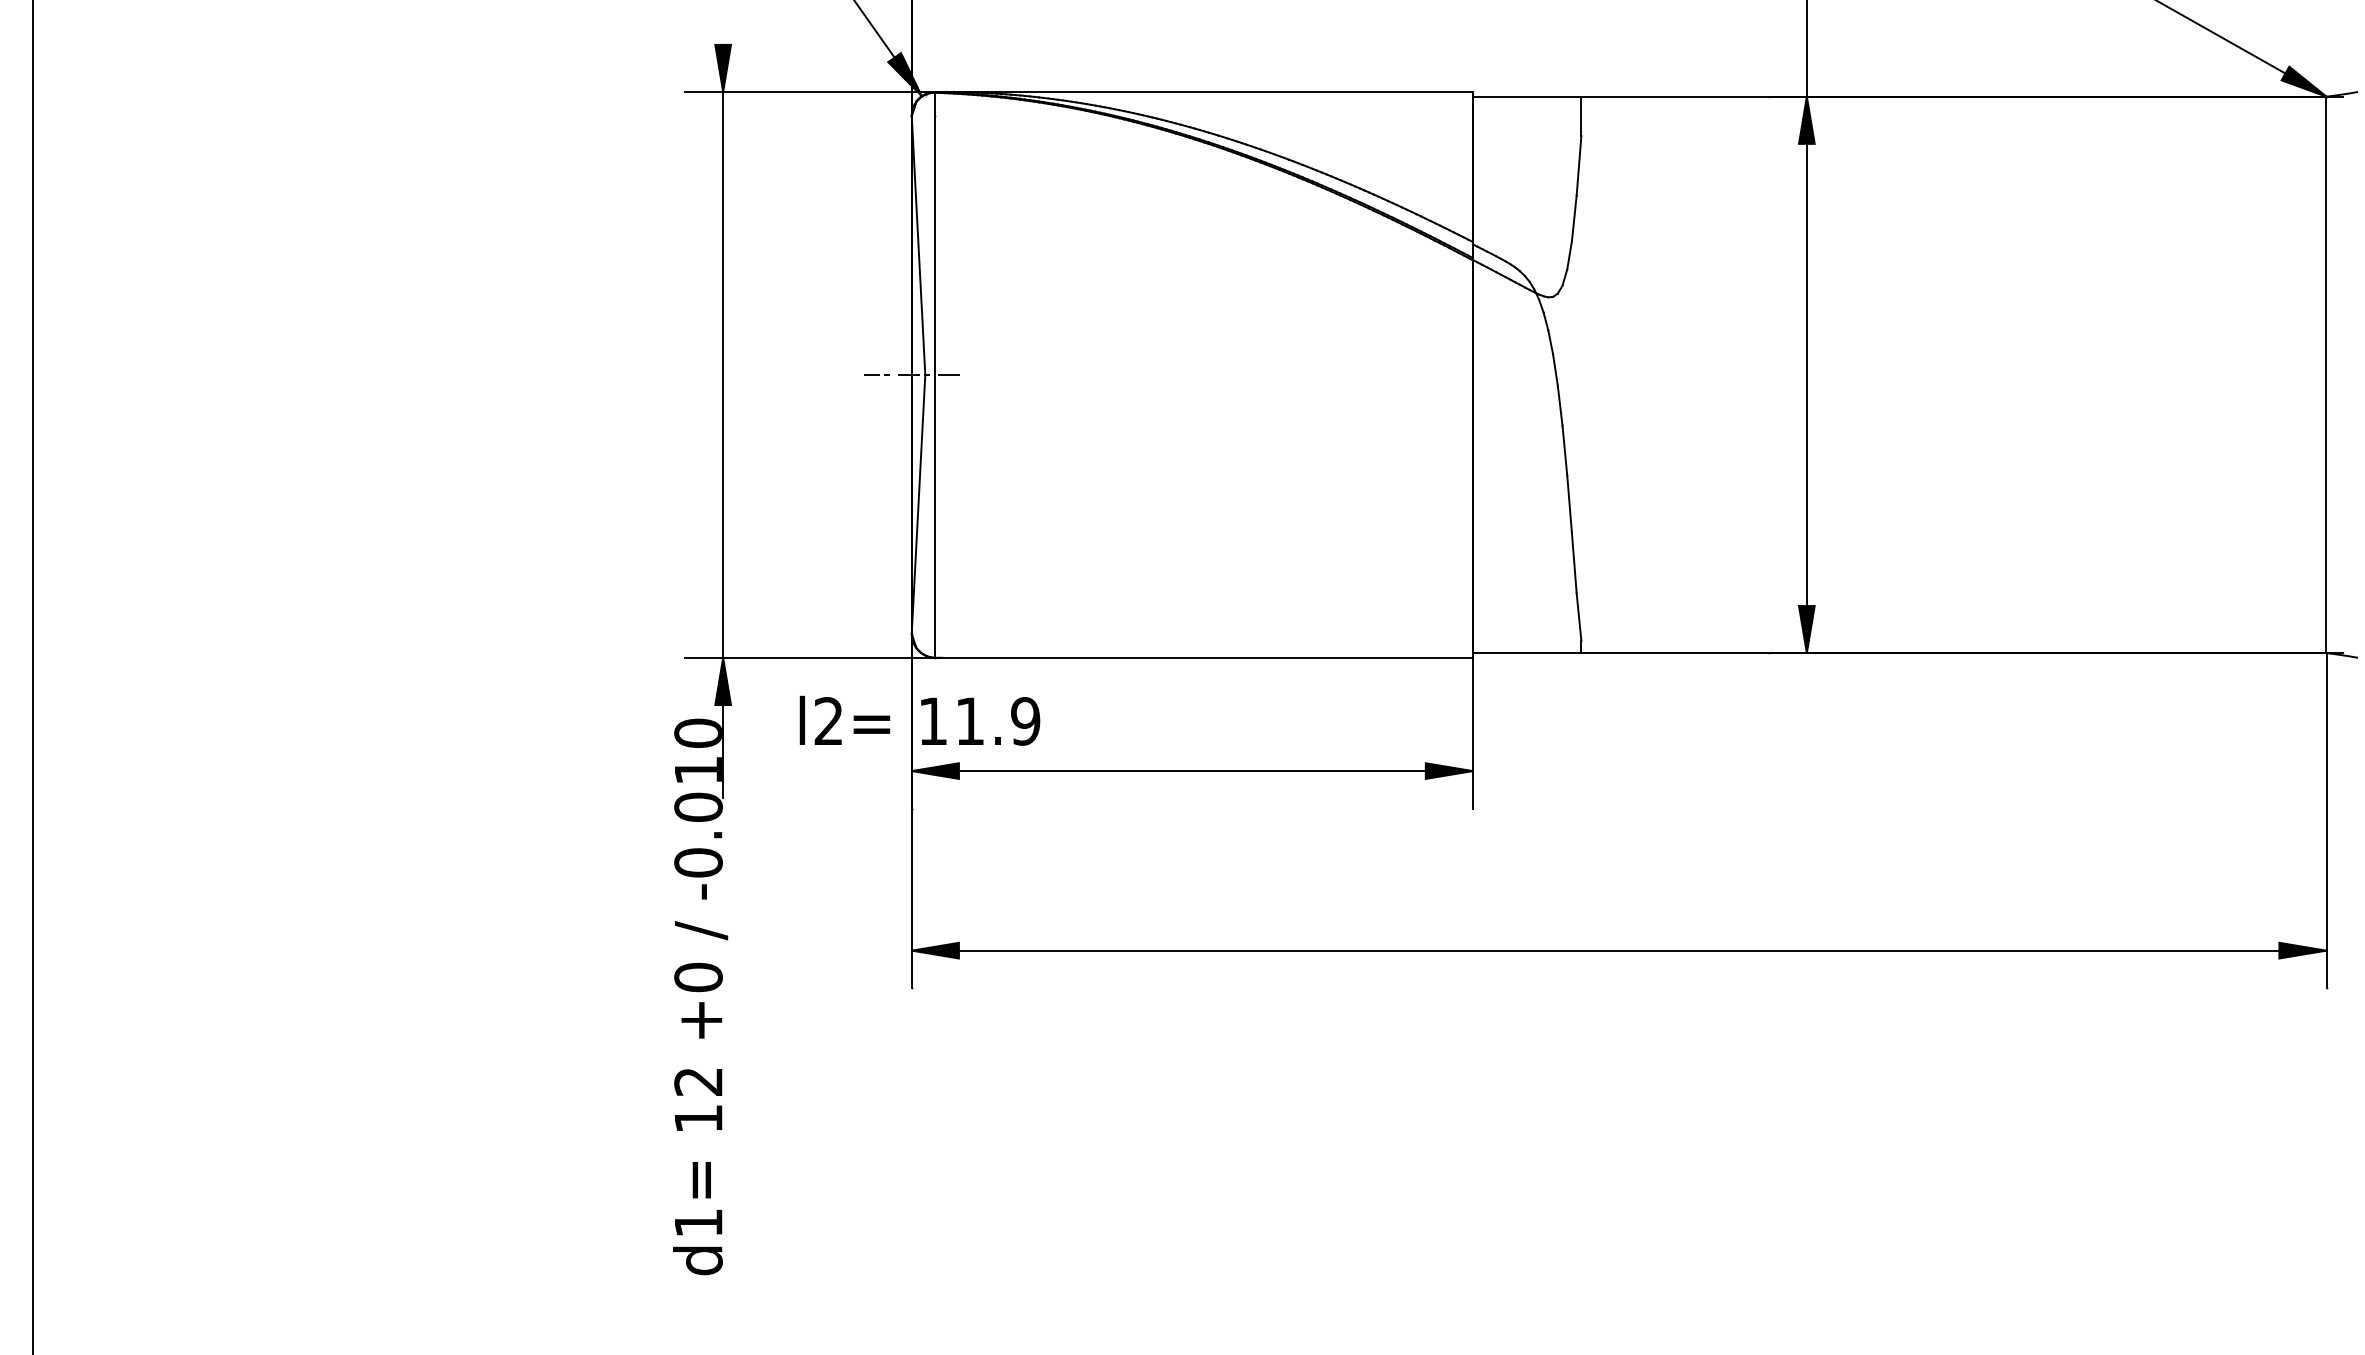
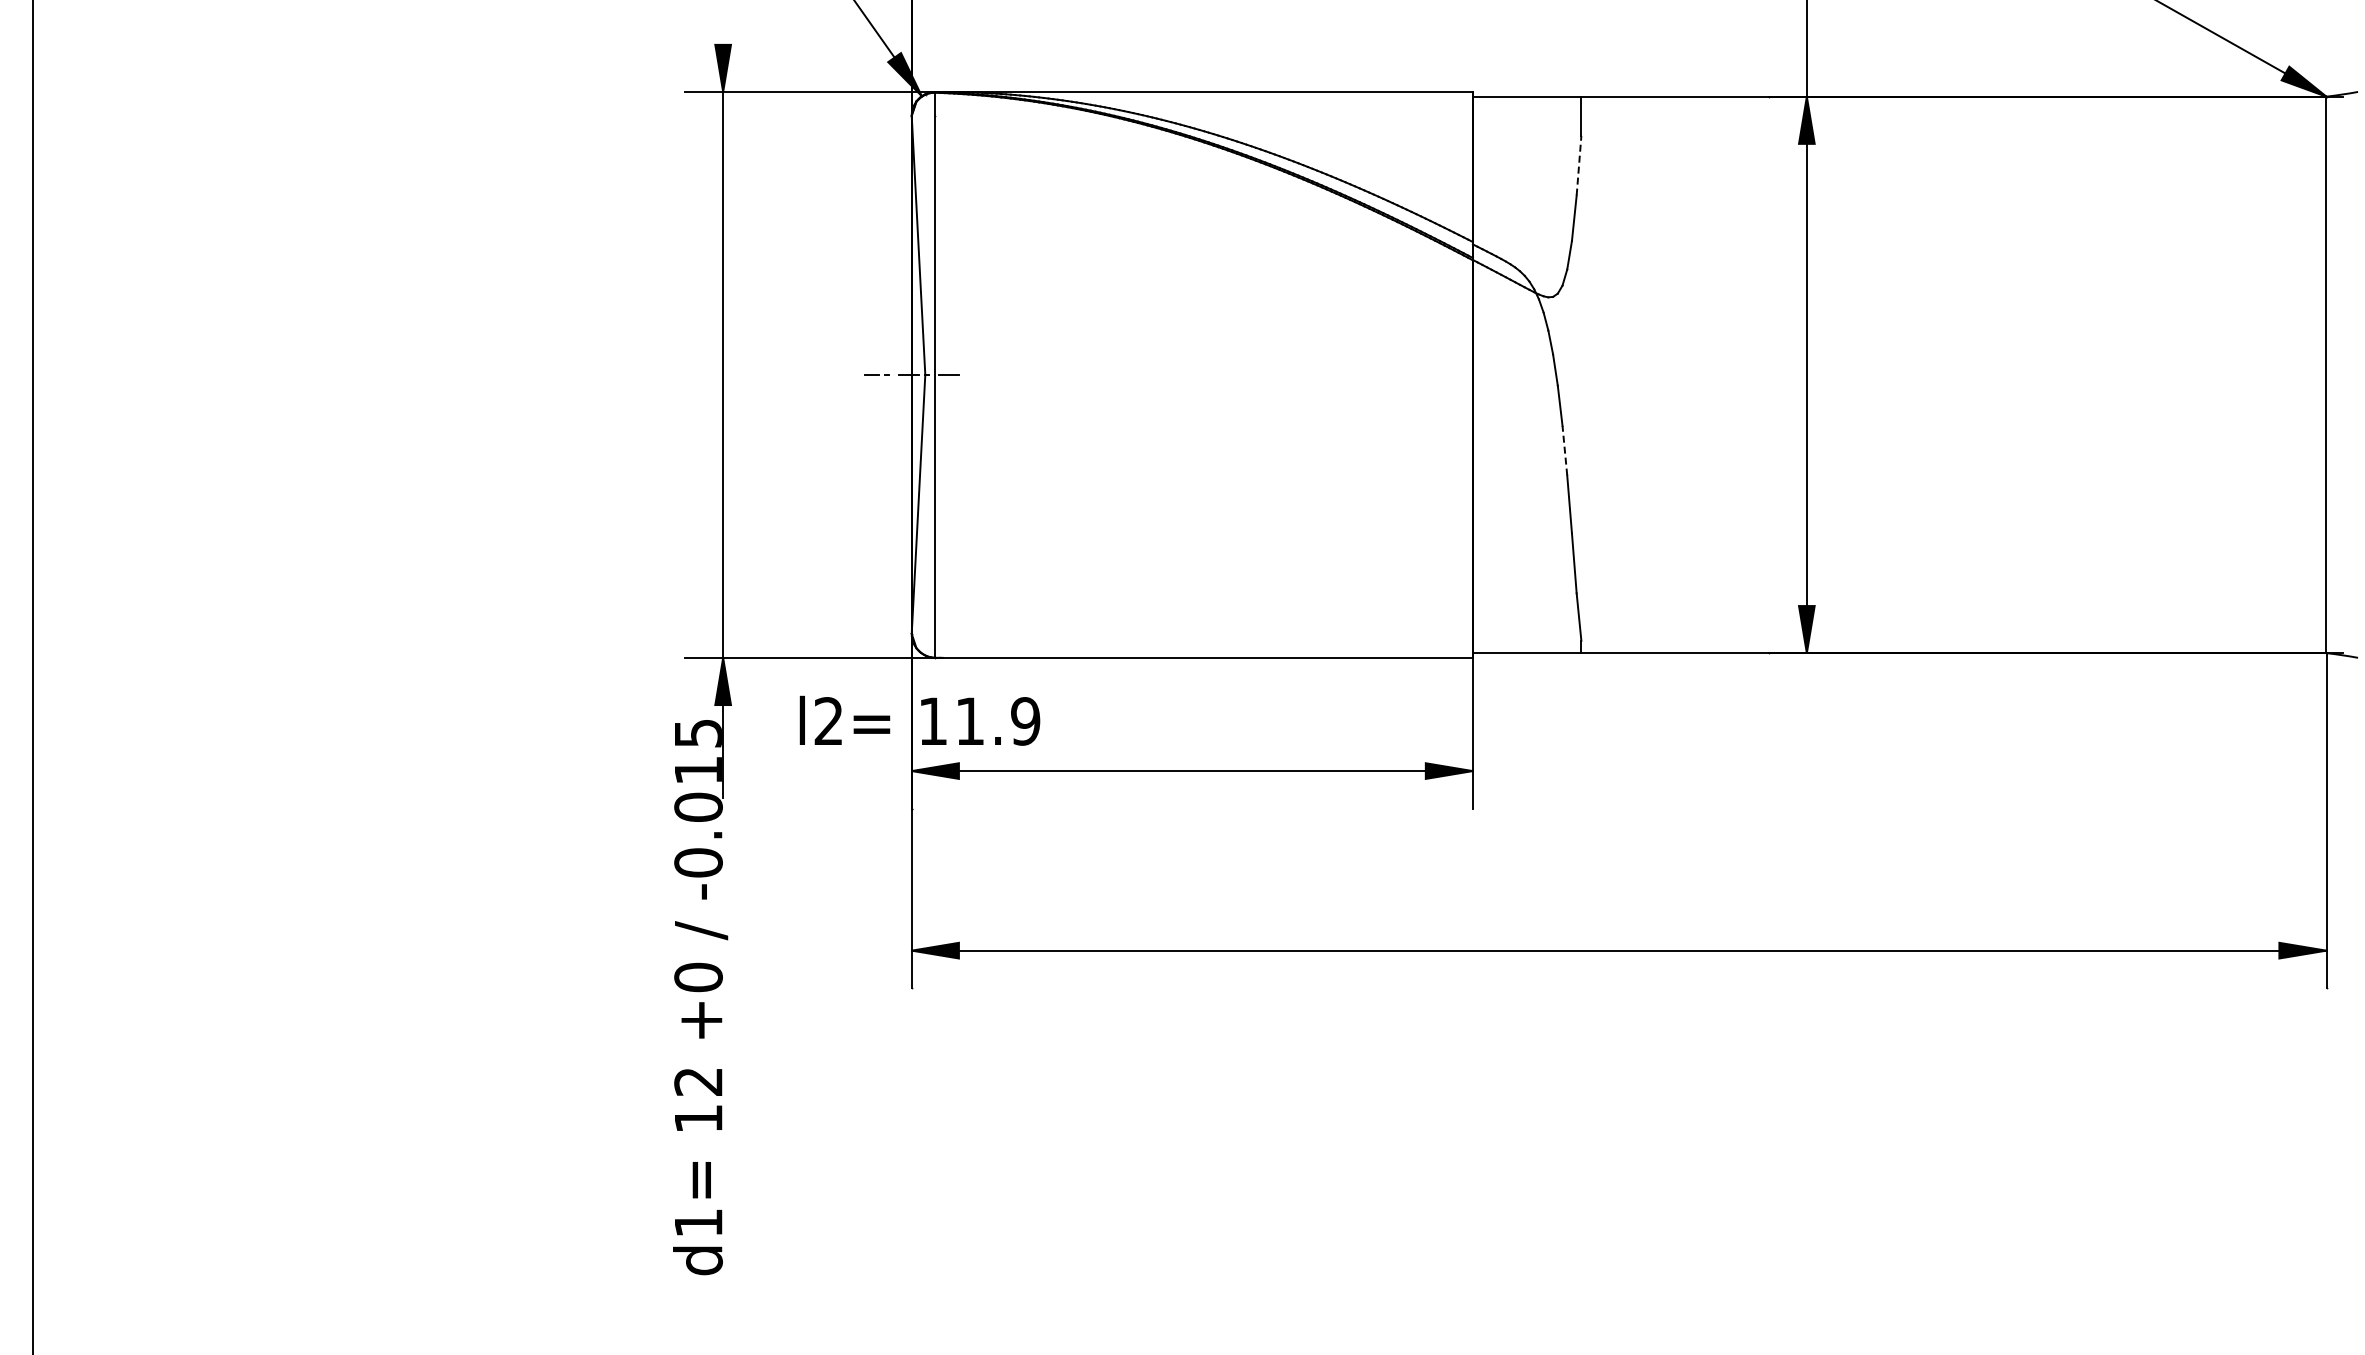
line at (1579, 165): solid -> dashed
line at (1564, 450): solid -> dashed
text at (697, 732): -0.010 -> -0.015
